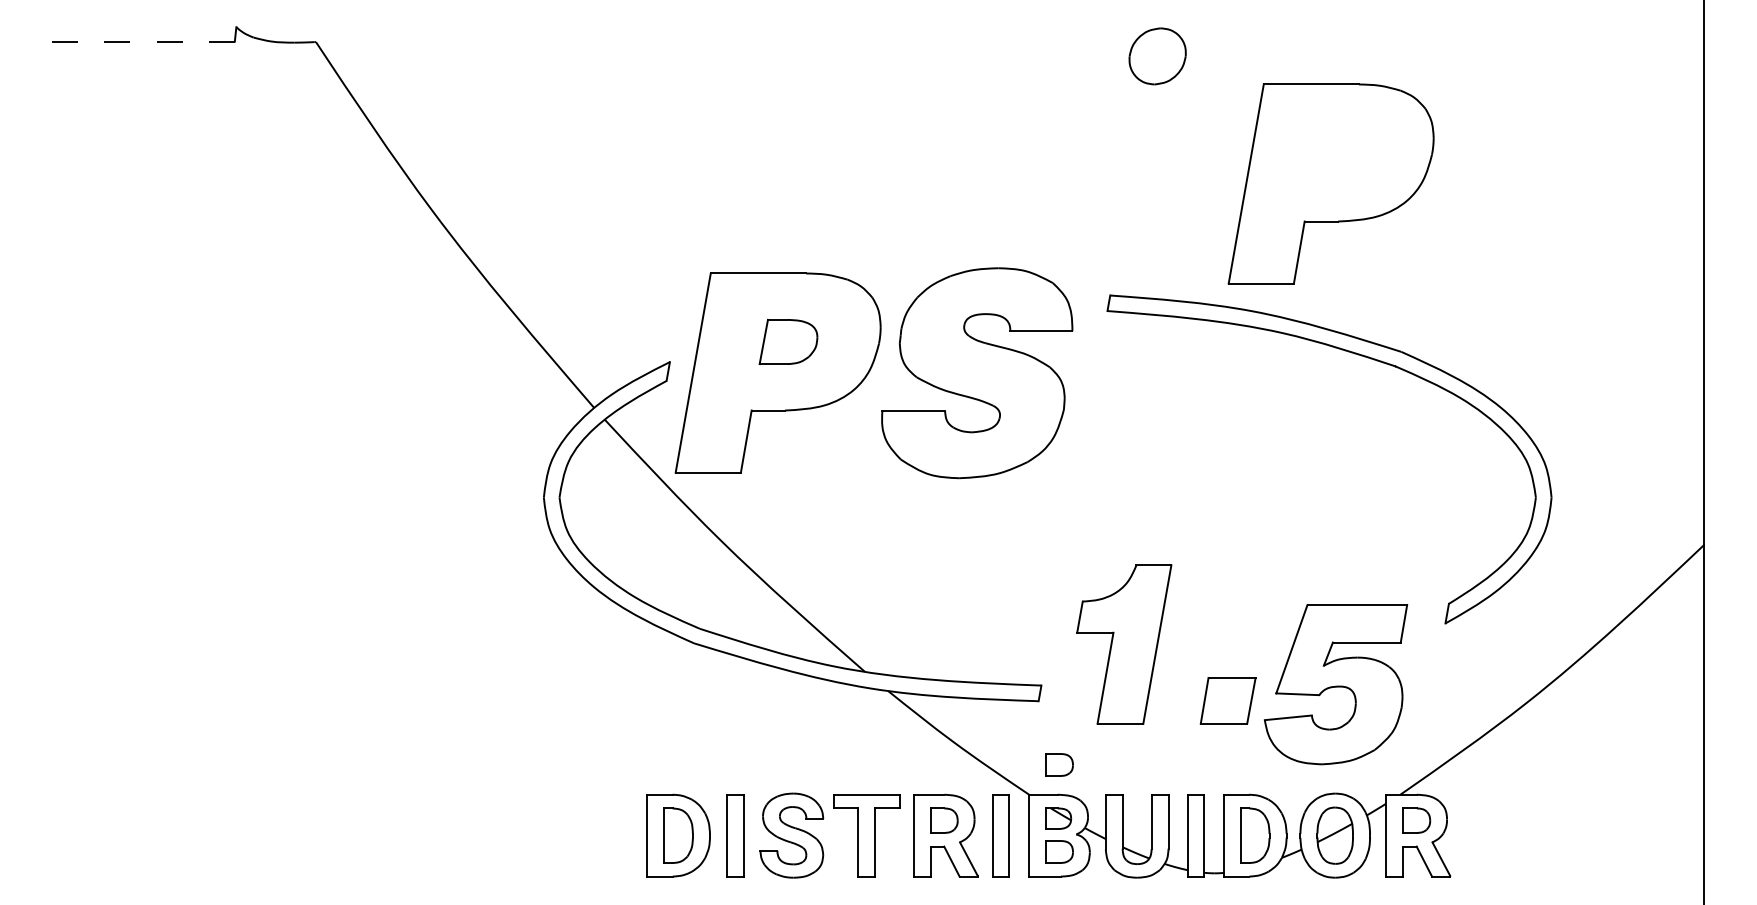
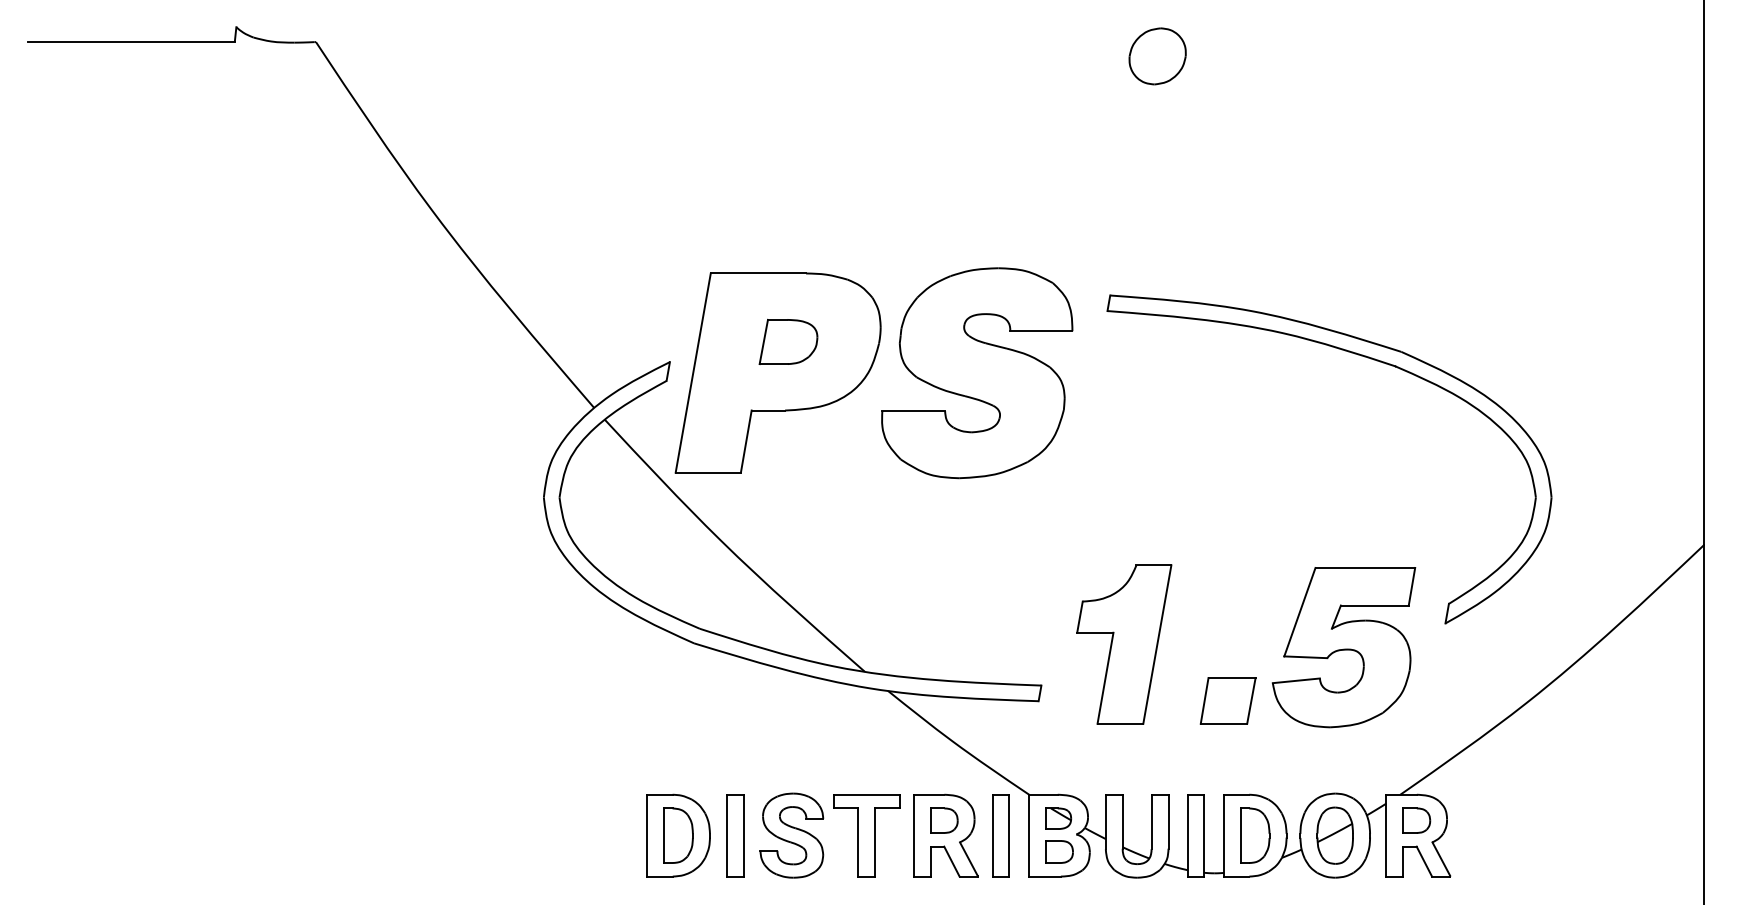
line at (131, 41): dashed -> solid
part at (1330, 183): present -> none
part at (1335, 684) position: (1335, 684) -> (1343, 647)
part at (1059, 764): present -> none
